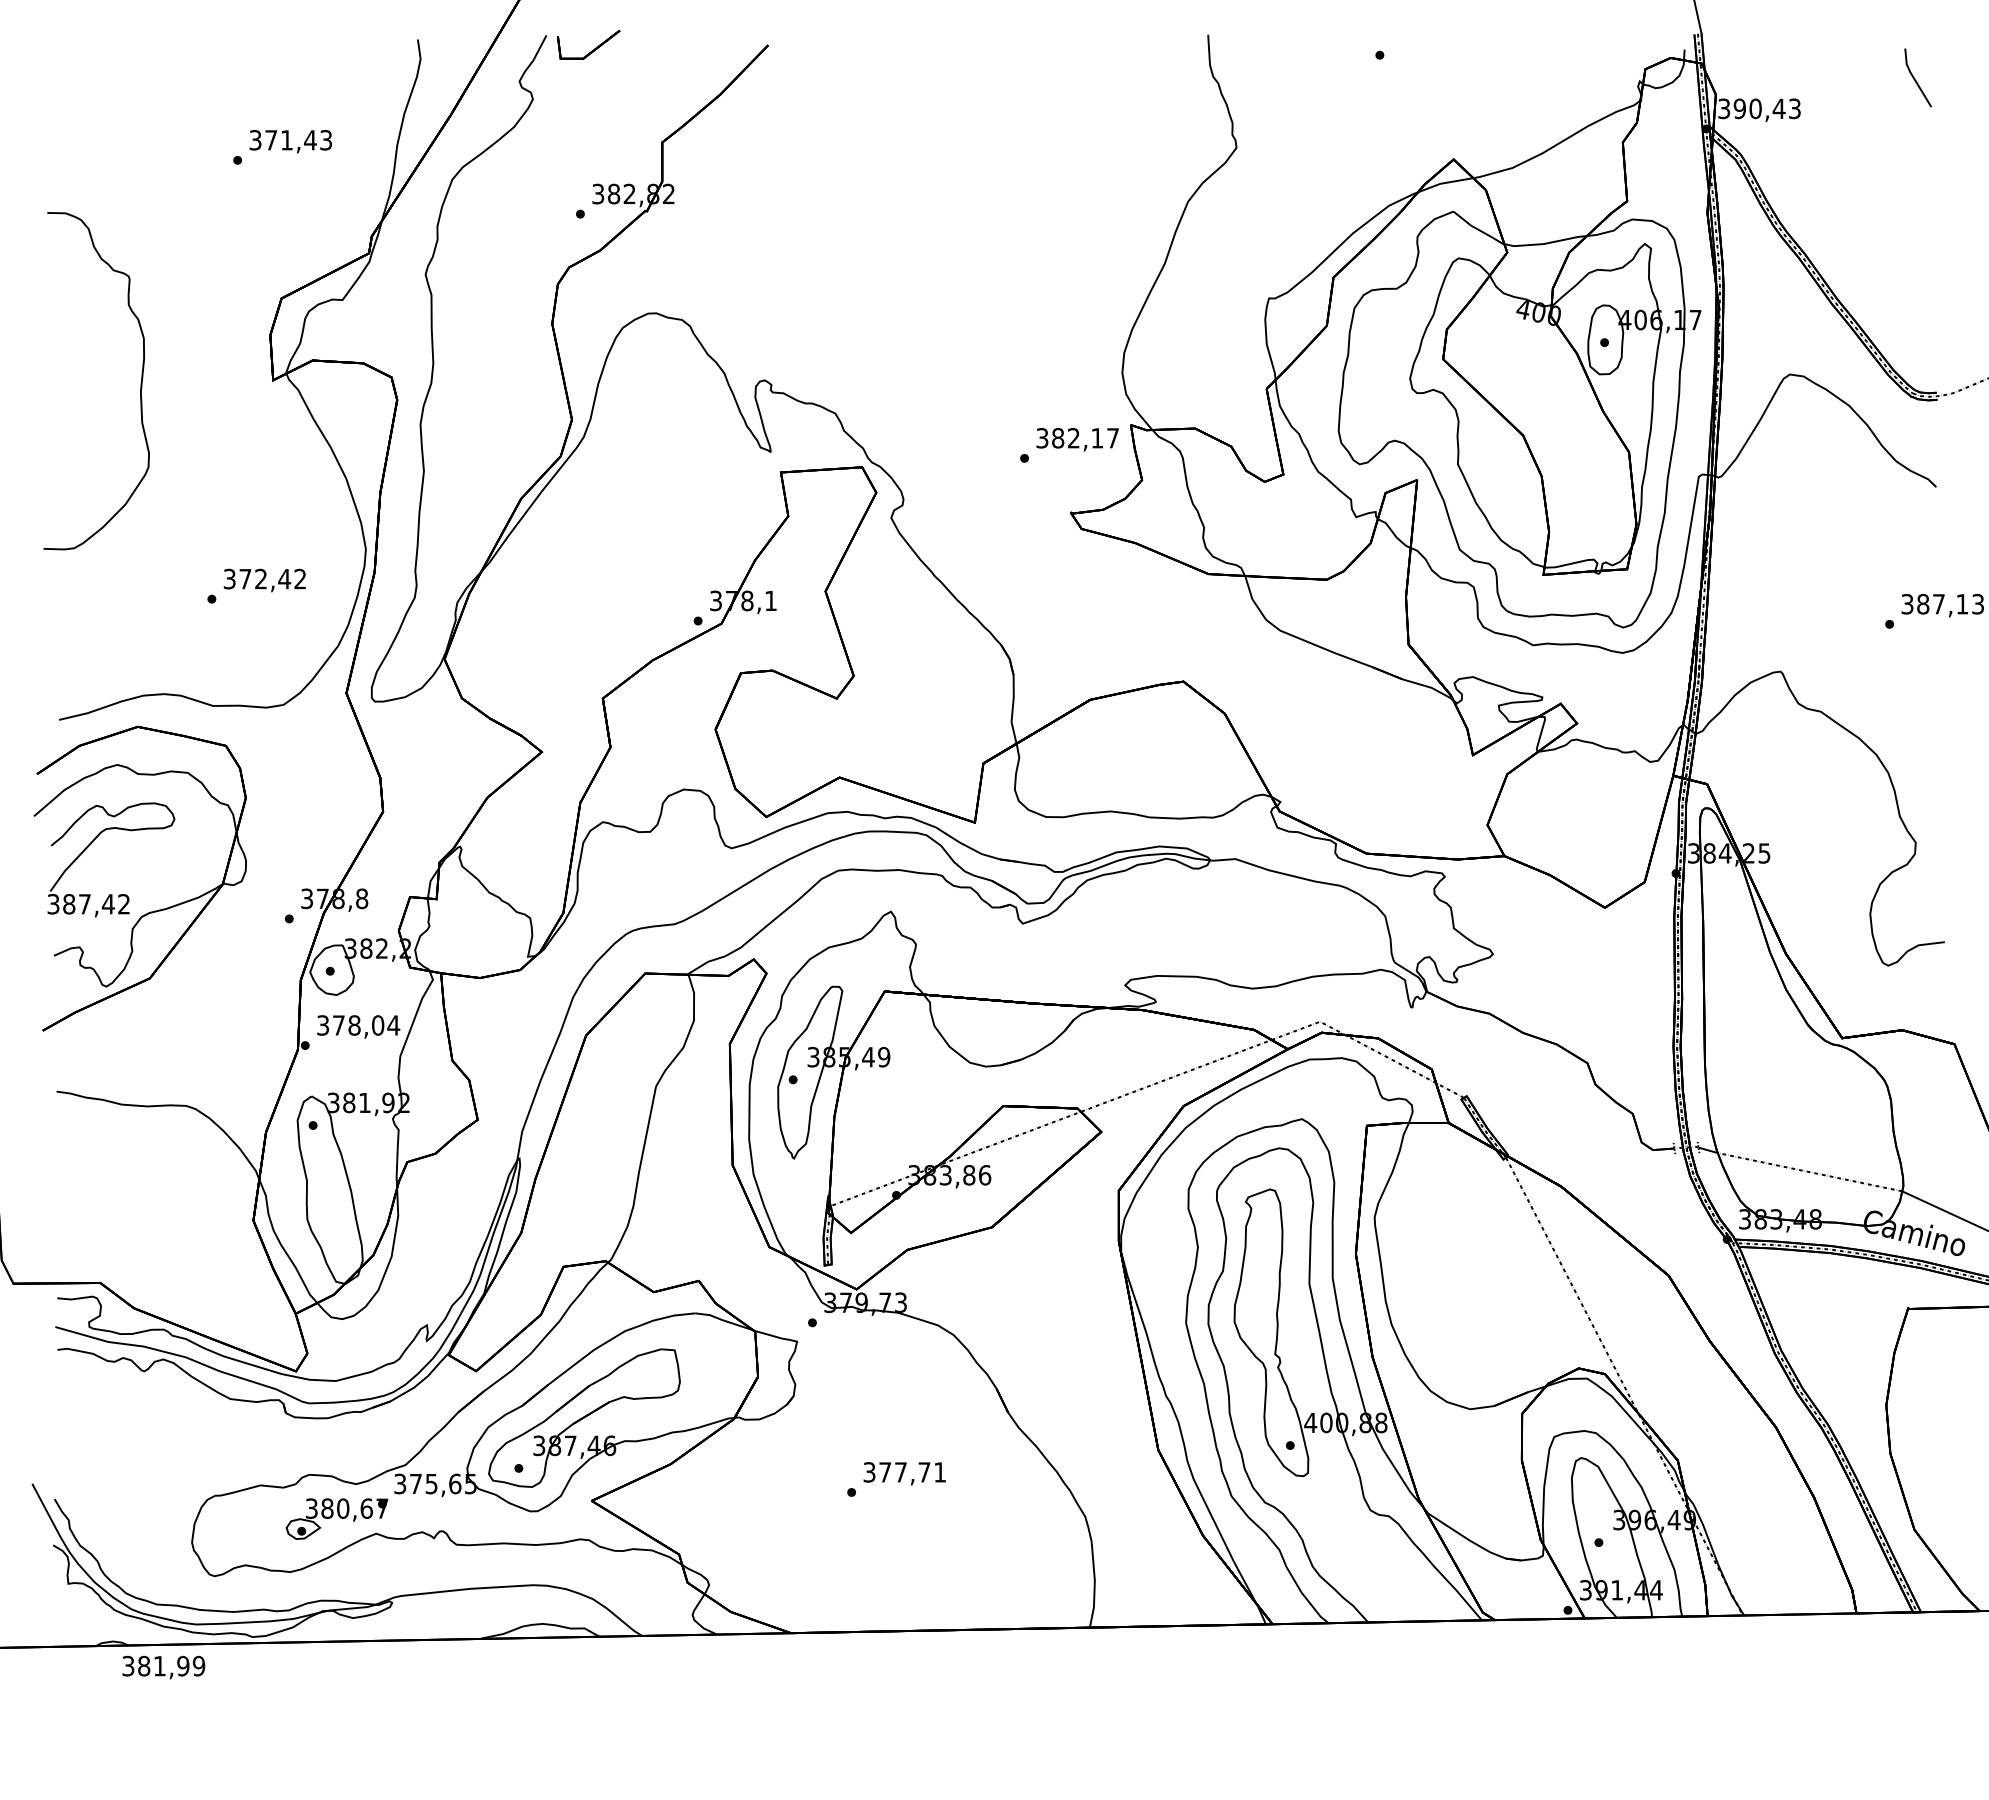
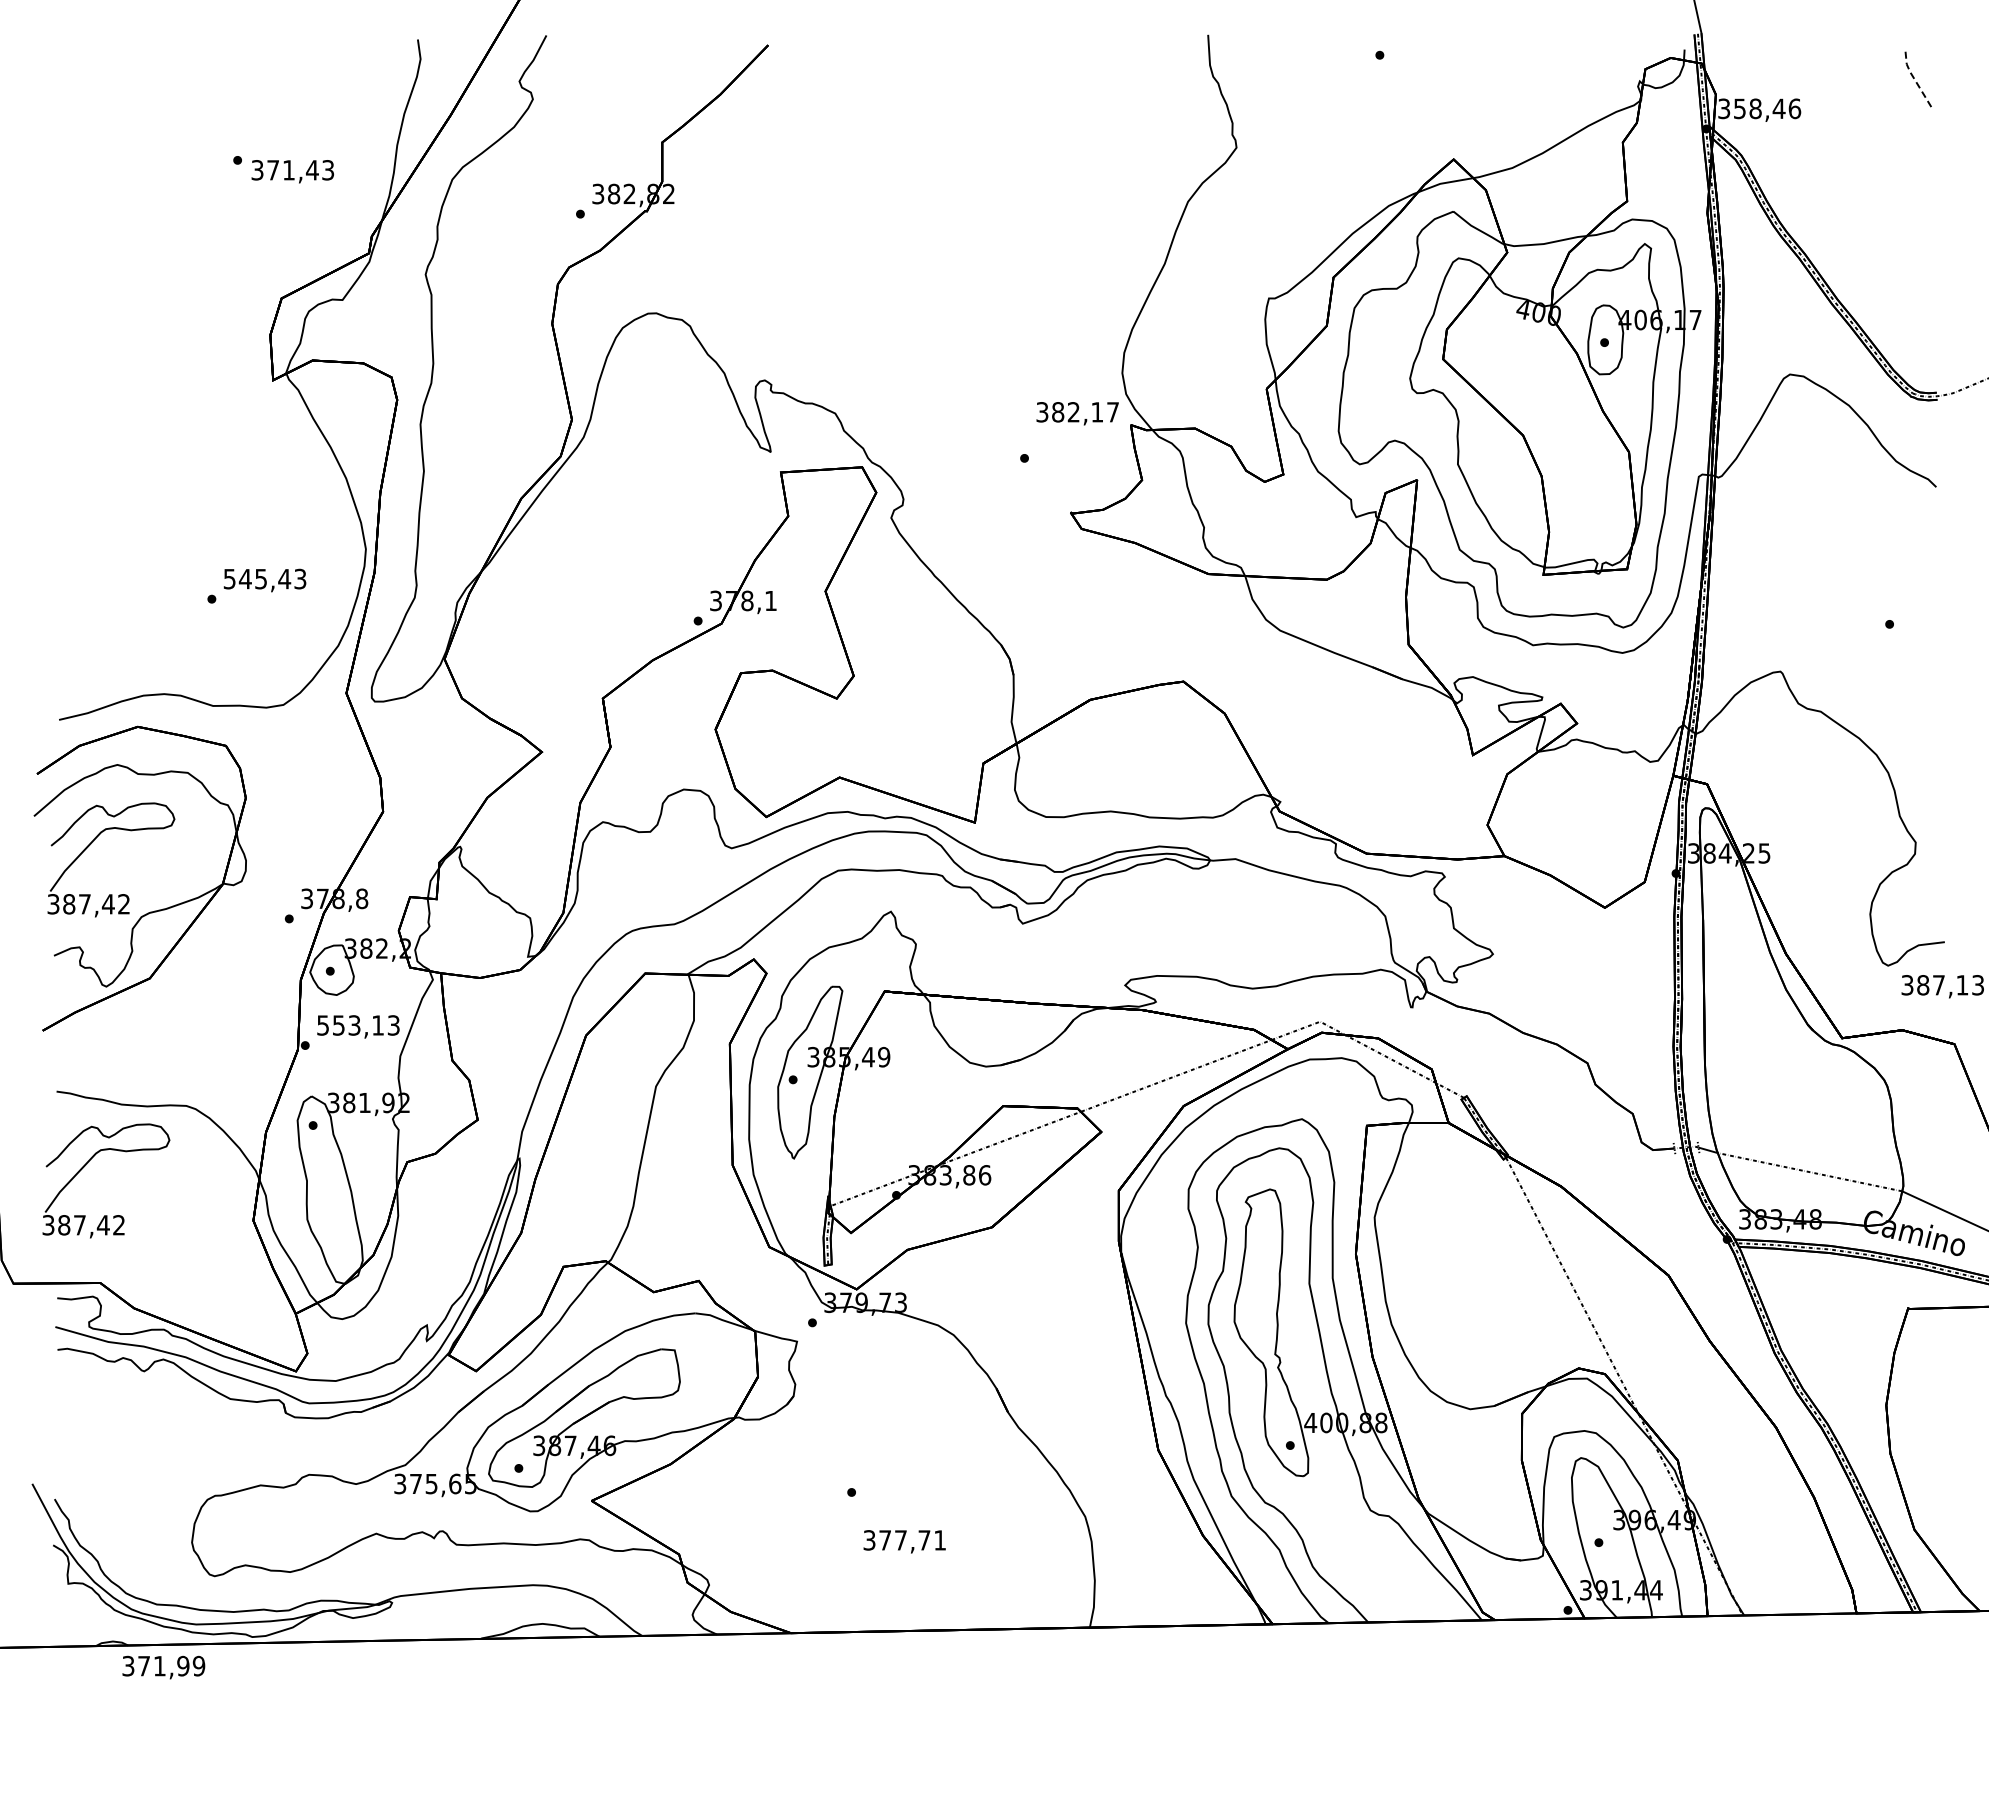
part at (593, 49): present -> none
line at (1913, 78): solid -> dashed
text at (1767, 108): 390,43 -> 358,46
text at (290, 141) position: (290, 141) -> (292, 171)
curve at (140, 382): present -> none
text at (1077, 439) position: (1077, 439) -> (1077, 413)
text at (265, 578): 372,42 -> 545,43
text at (1942, 605) position: (1942, 605) -> (1942, 986)
text at (358, 1025): 378,04 -> 553,13
part at (87, 1164): none -> present
text at (904, 1473) position: (904, 1473) -> (904, 1541)
part at (336, 1518): present -> none
text at (144, 1665): 381,99 -> 371,99
